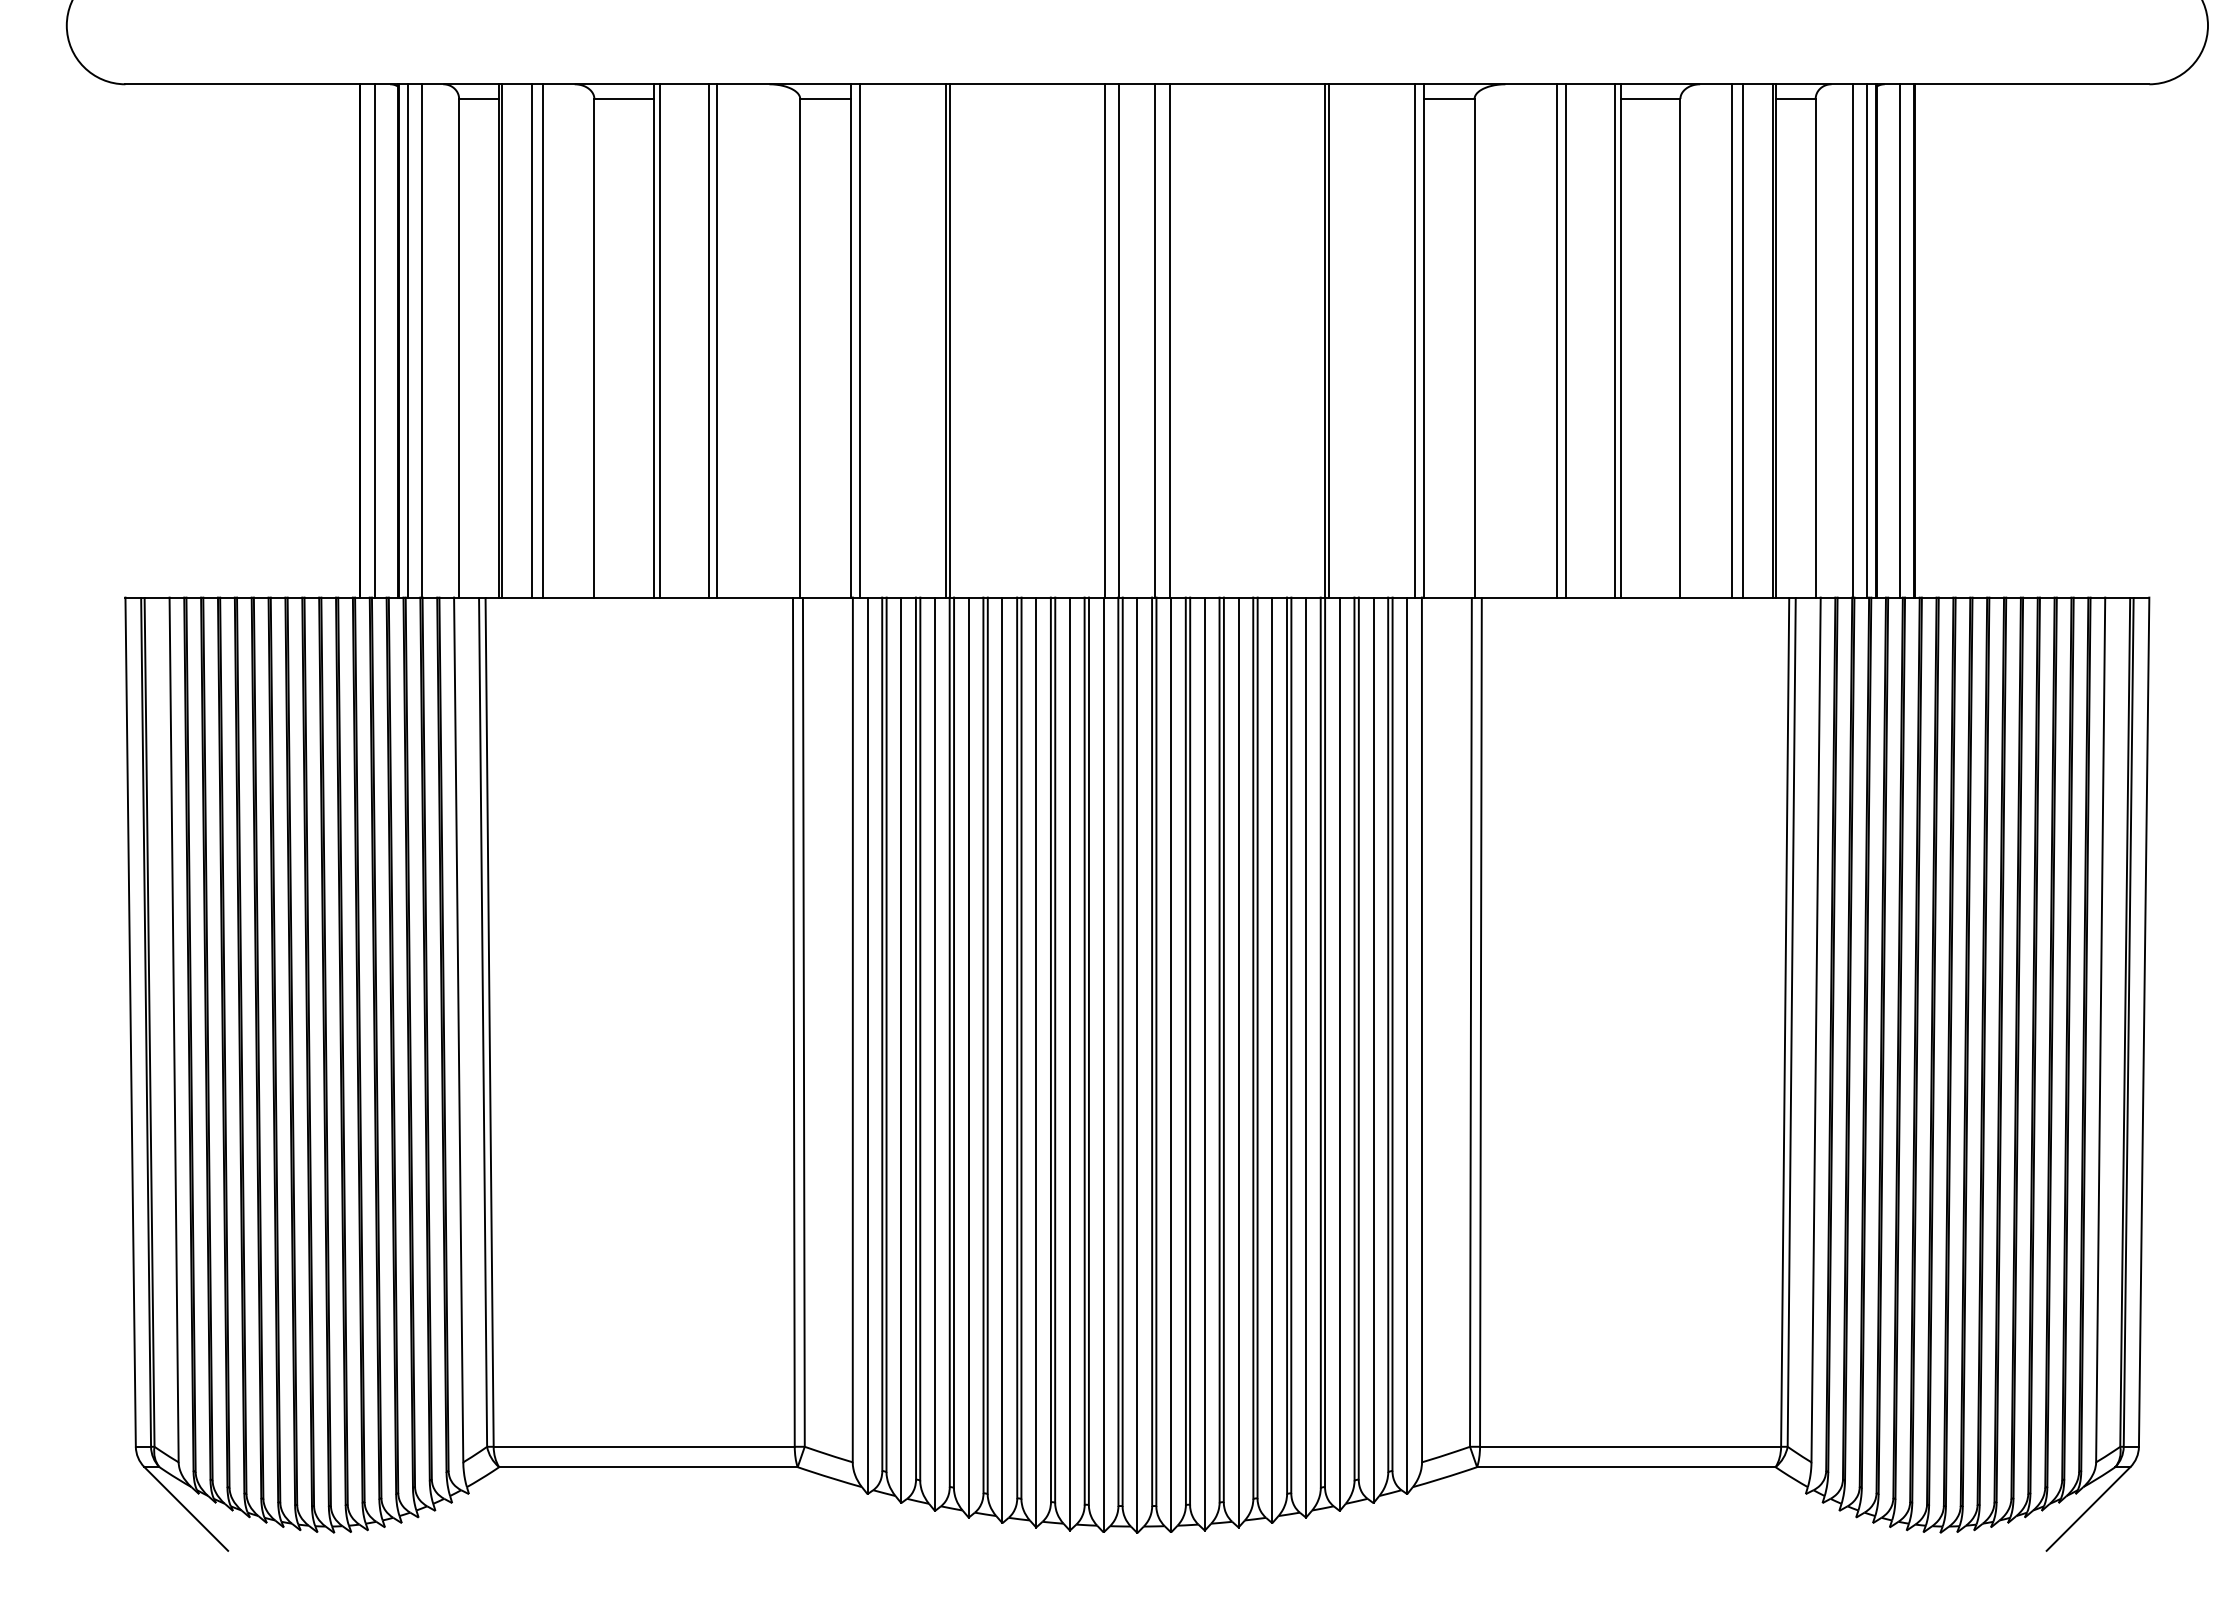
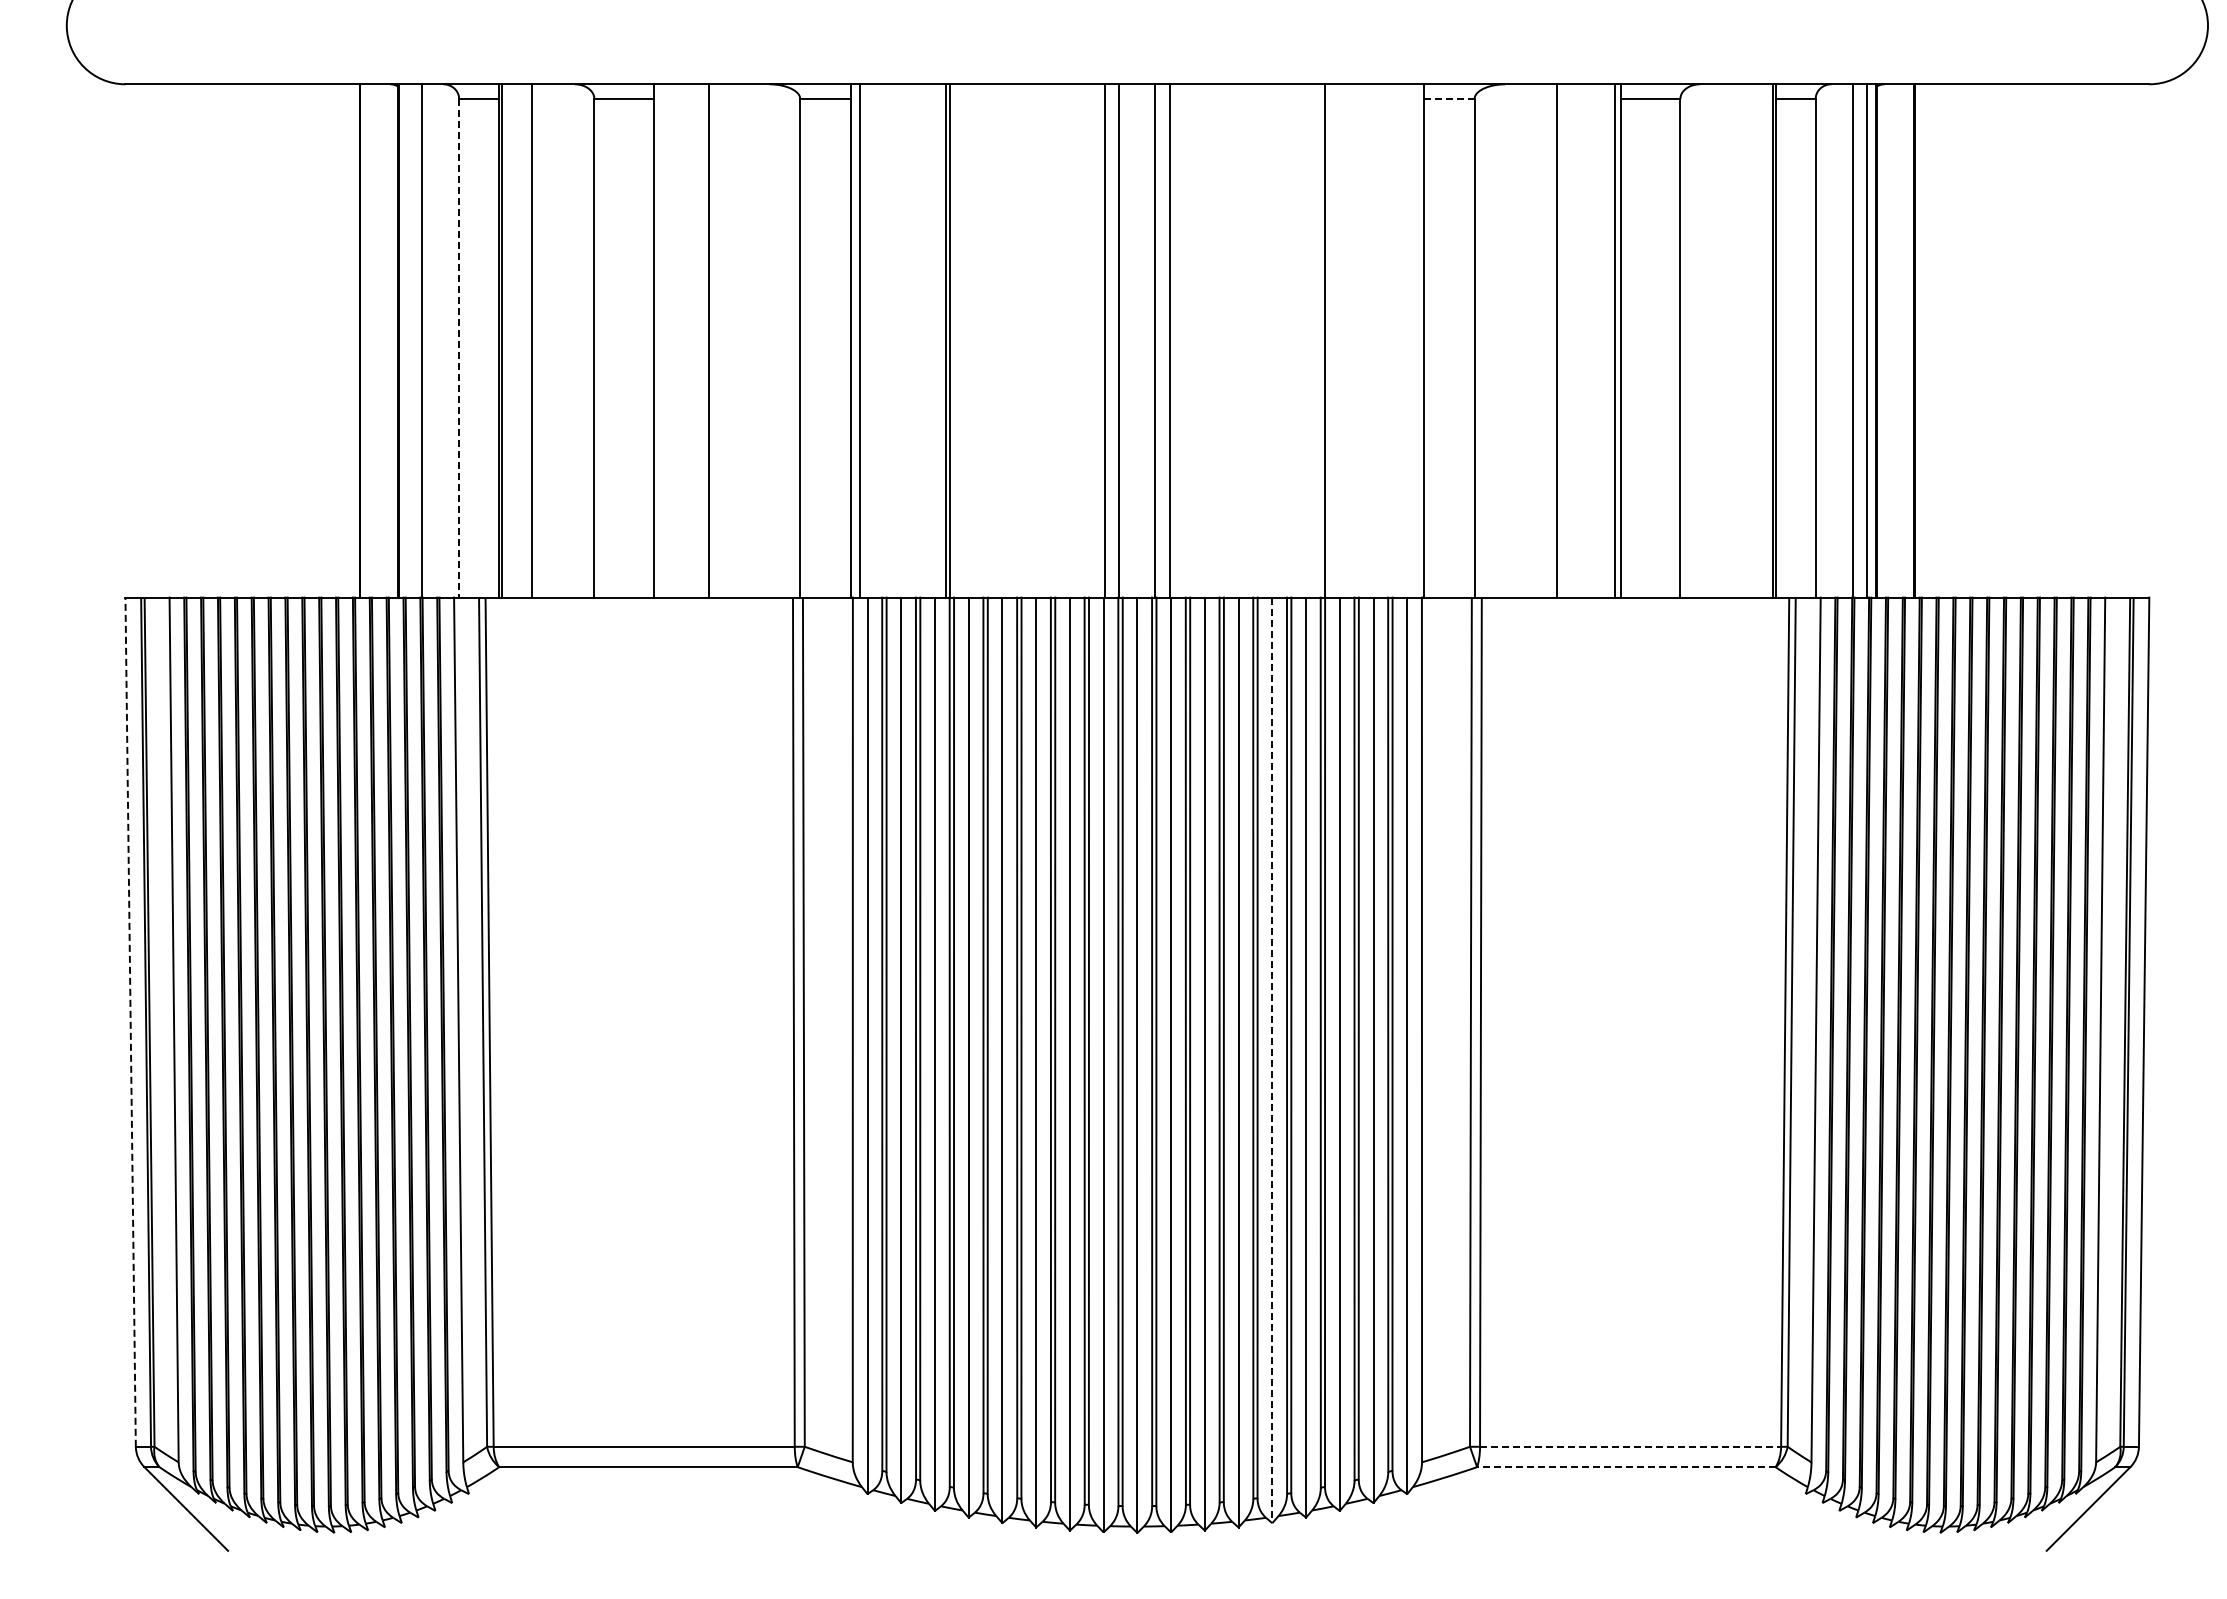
line at (1449, 98): solid -> dashed
line at (374, 340): present -> none
line at (408, 340): present -> none
line at (543, 340): present -> none
line at (659, 340): present -> none
line at (717, 340): present -> none
line at (1328, 340): present -> none
line at (1414, 340): present -> none
line at (1565, 340): present -> none
line at (1731, 340): present -> none
line at (1742, 340): present -> none
line at (1899, 340): present -> none
line at (459, 348): solid -> dashed
line at (130, 1022): solid -> dashed
line at (1272, 1060): solid -> dashed
line at (1630, 1446): solid -> dashed
line at (1625, 1467): solid -> dashed
